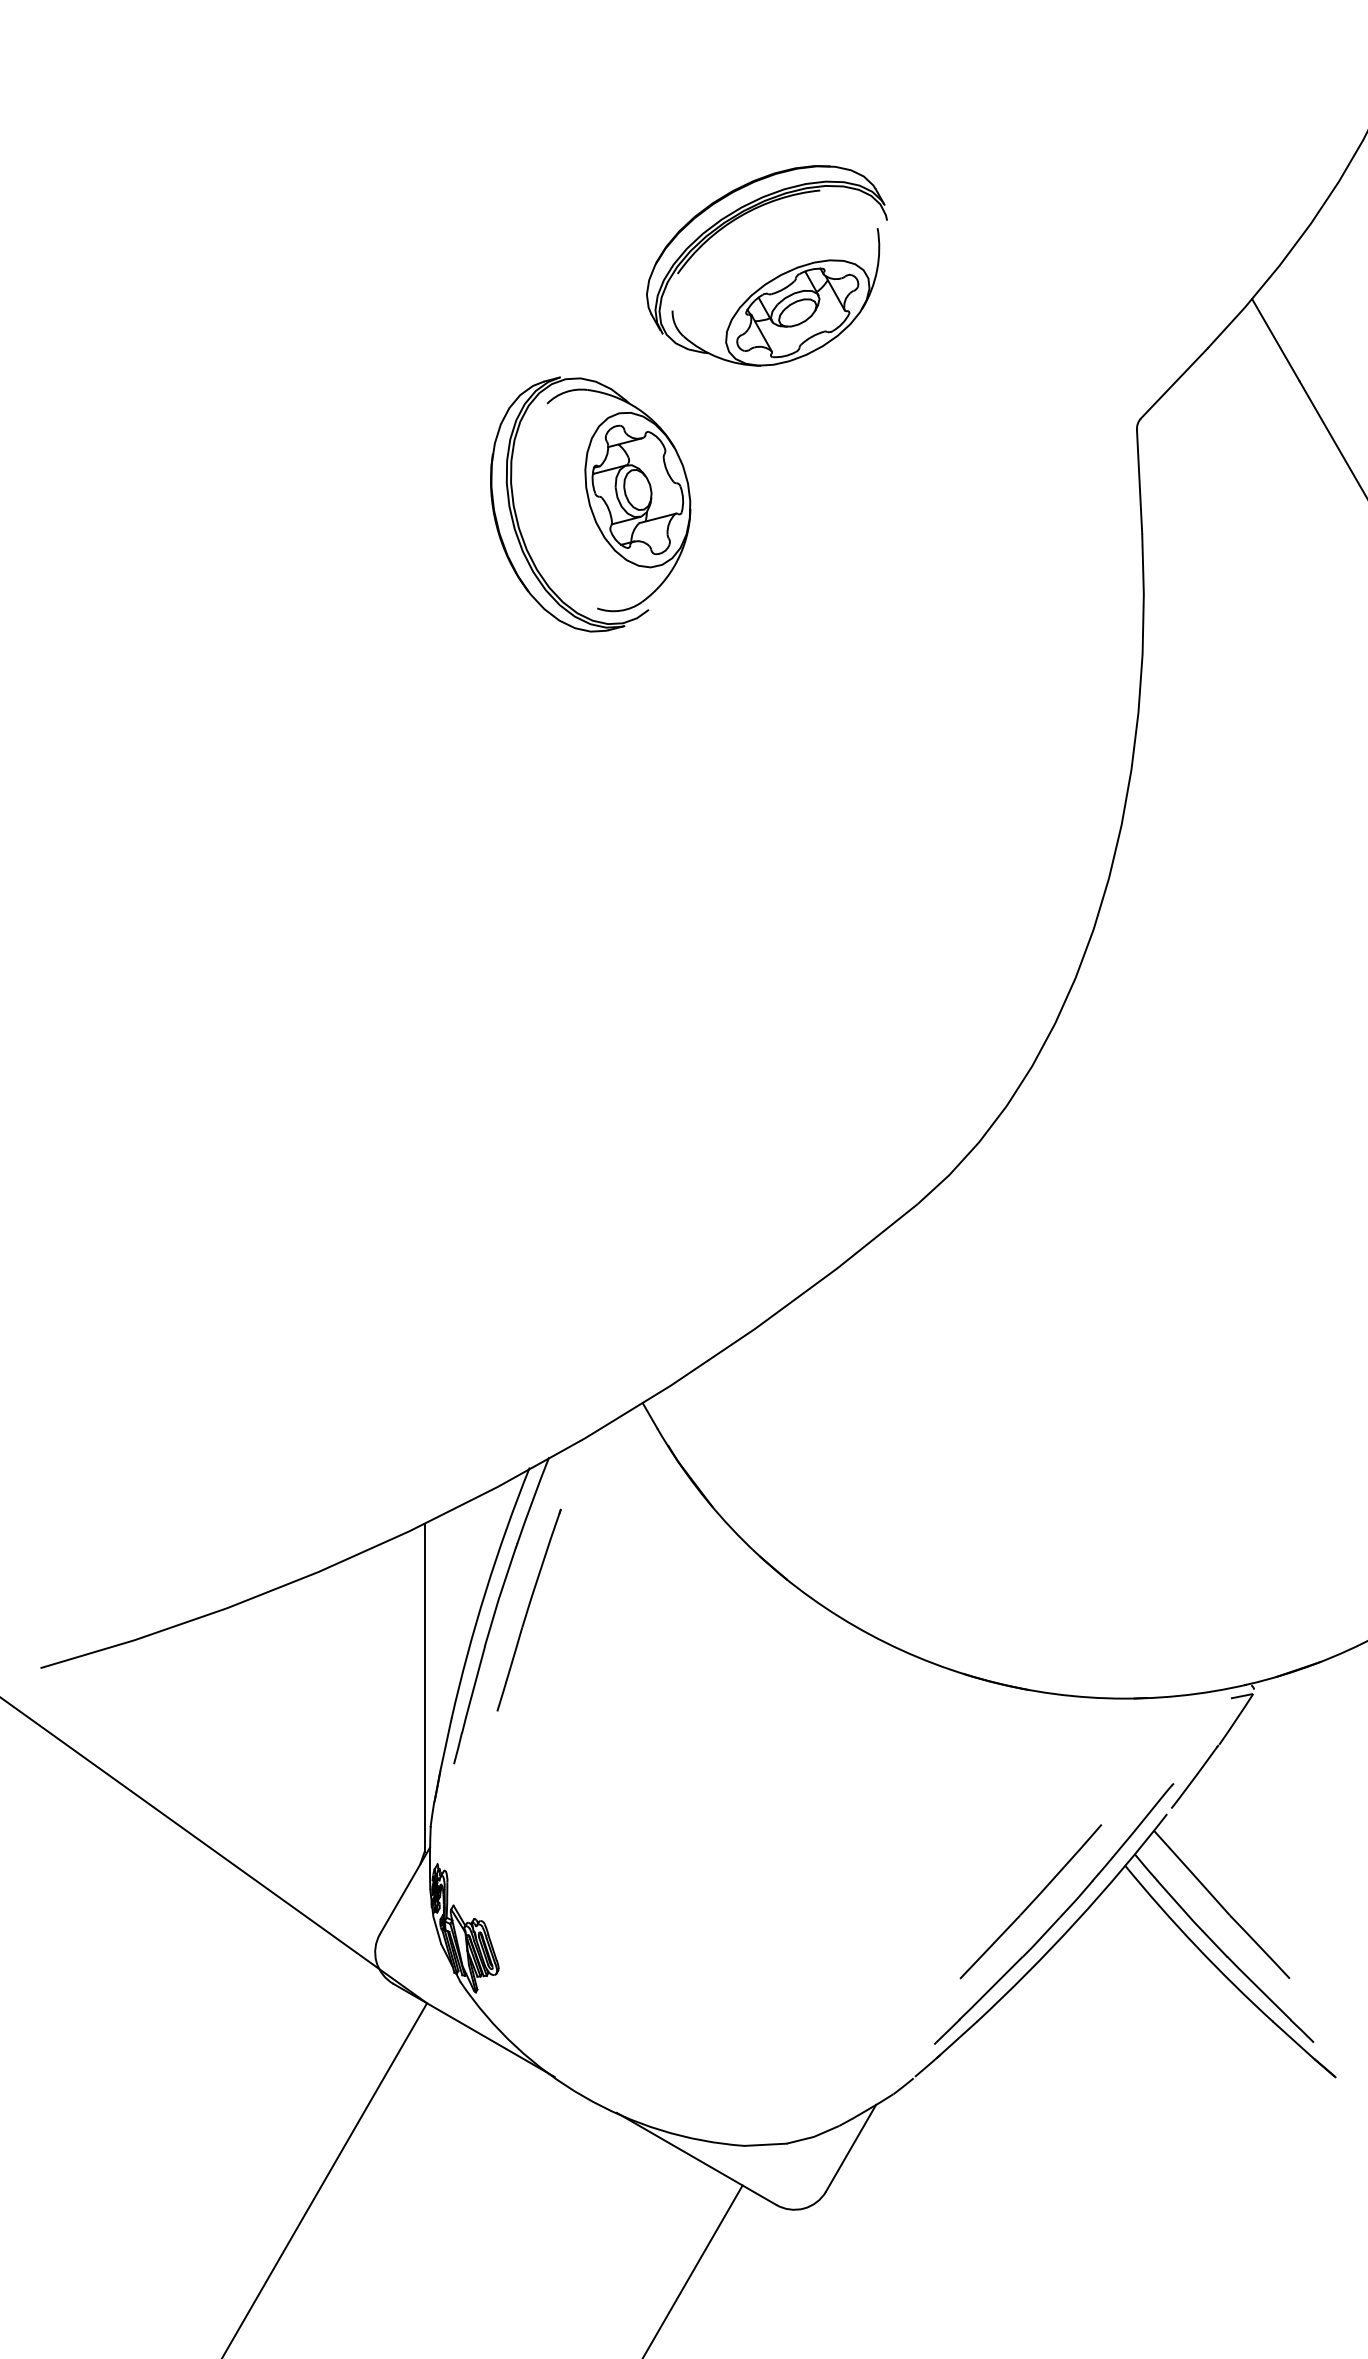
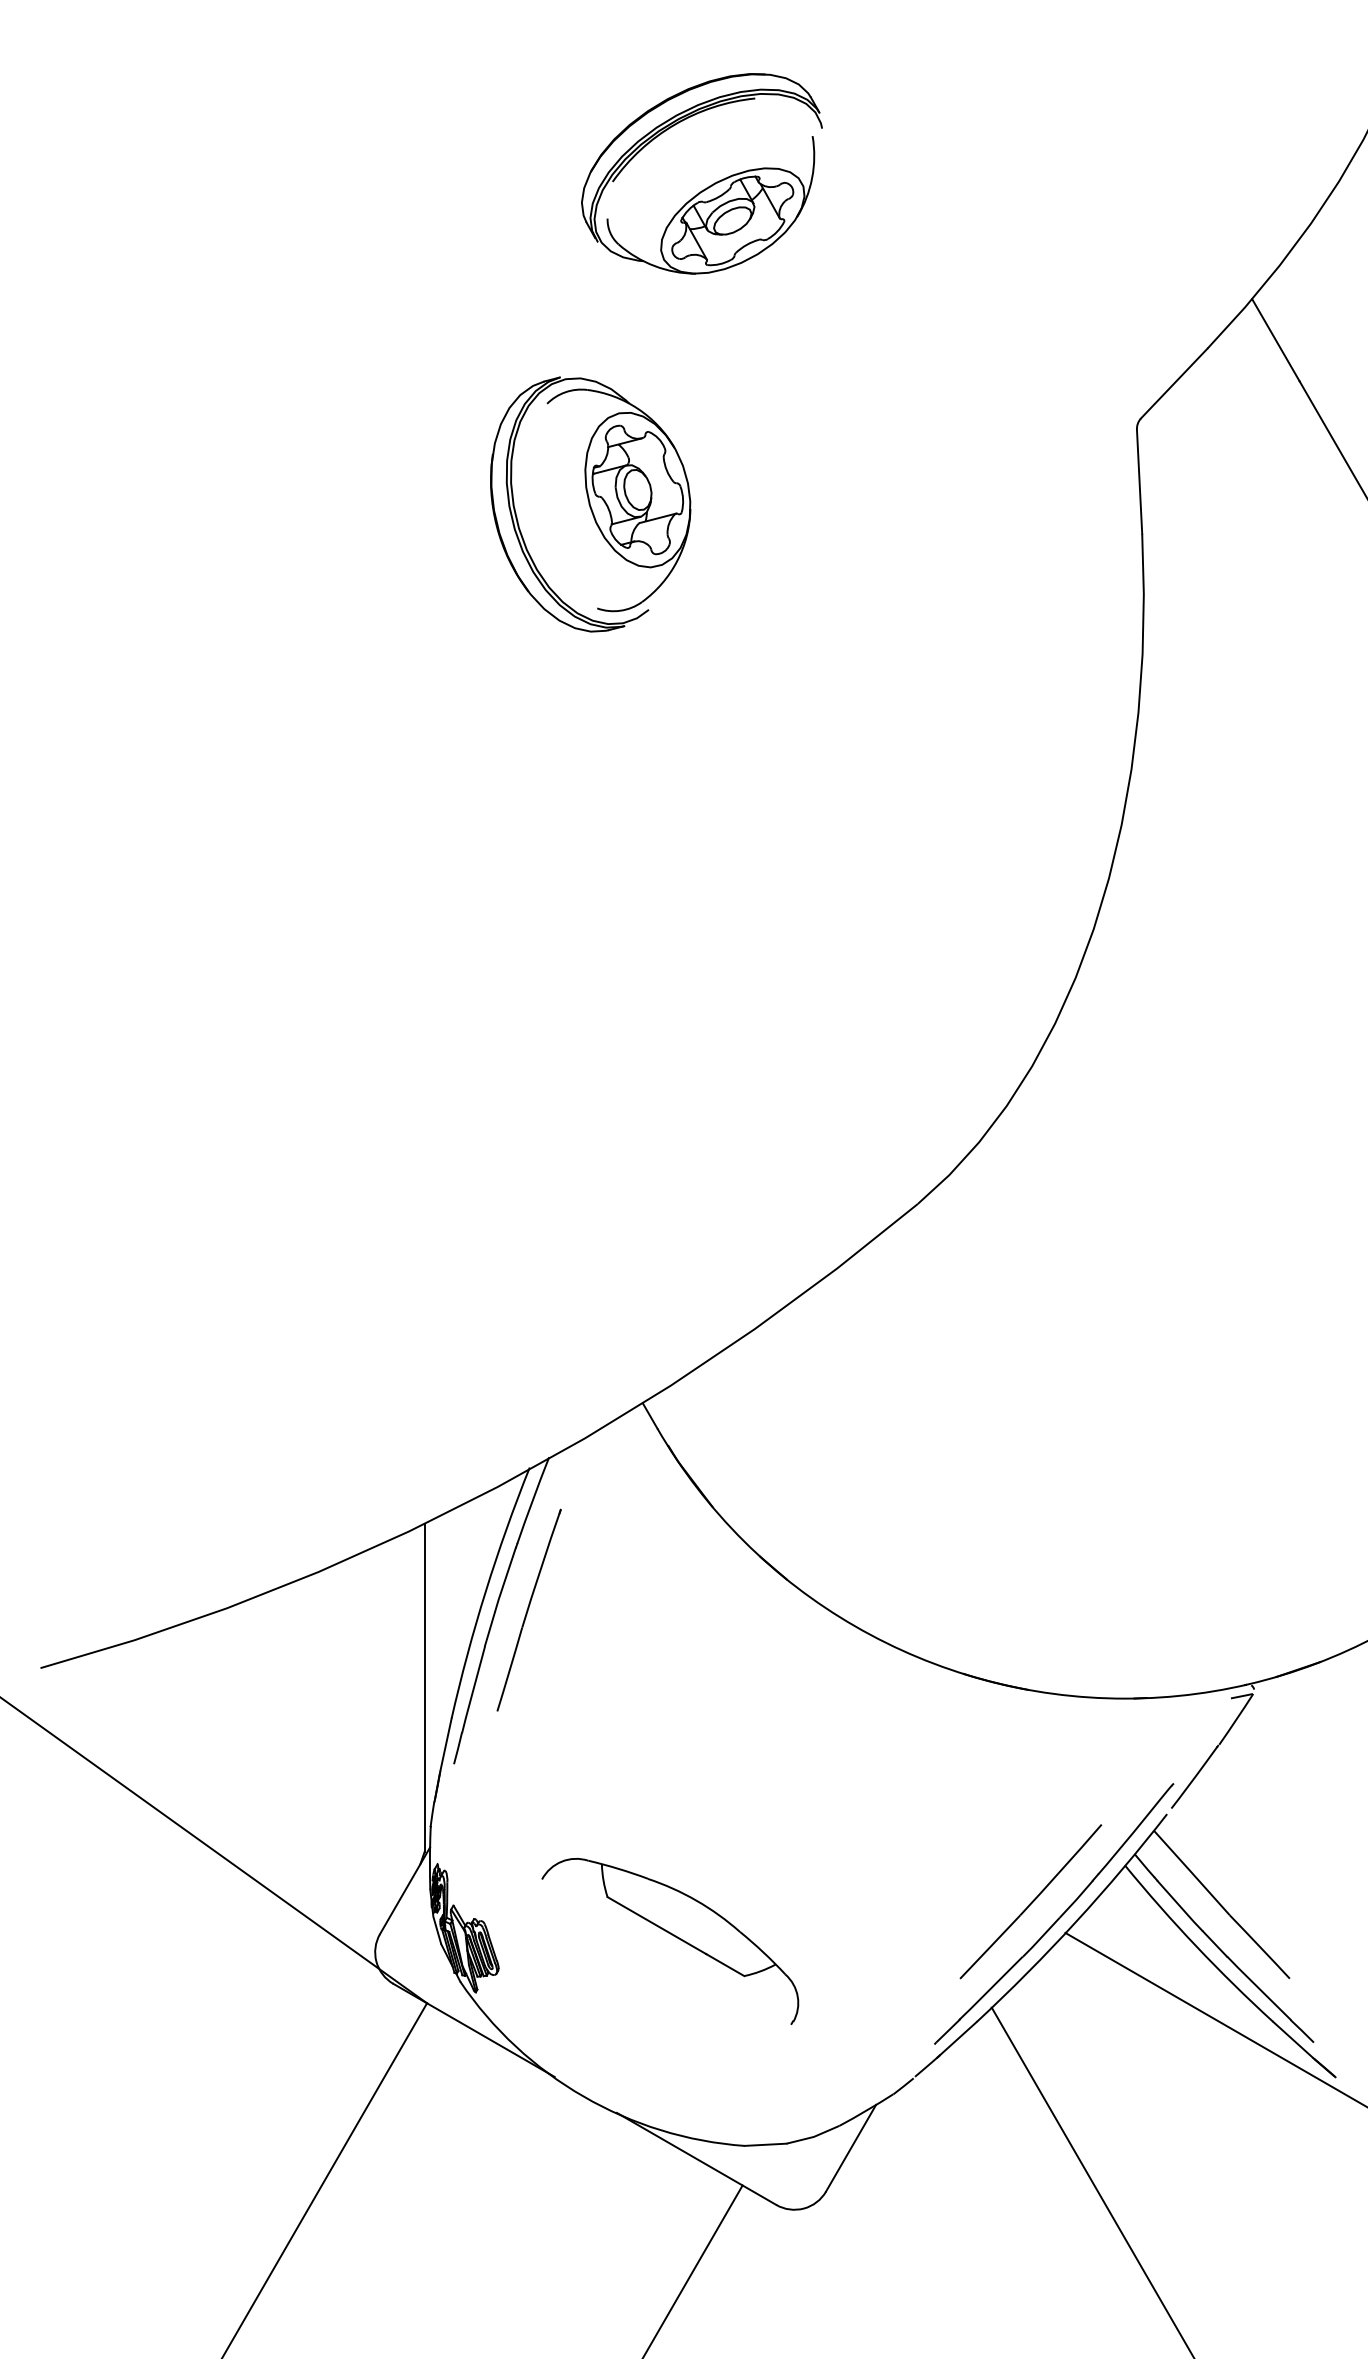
part at (774, 277) position: (774, 277) -> (709, 185)
part at (670, 1941): none -> present
line at (1214, 2018): none -> present
line at (1091, 2181): none -> present
